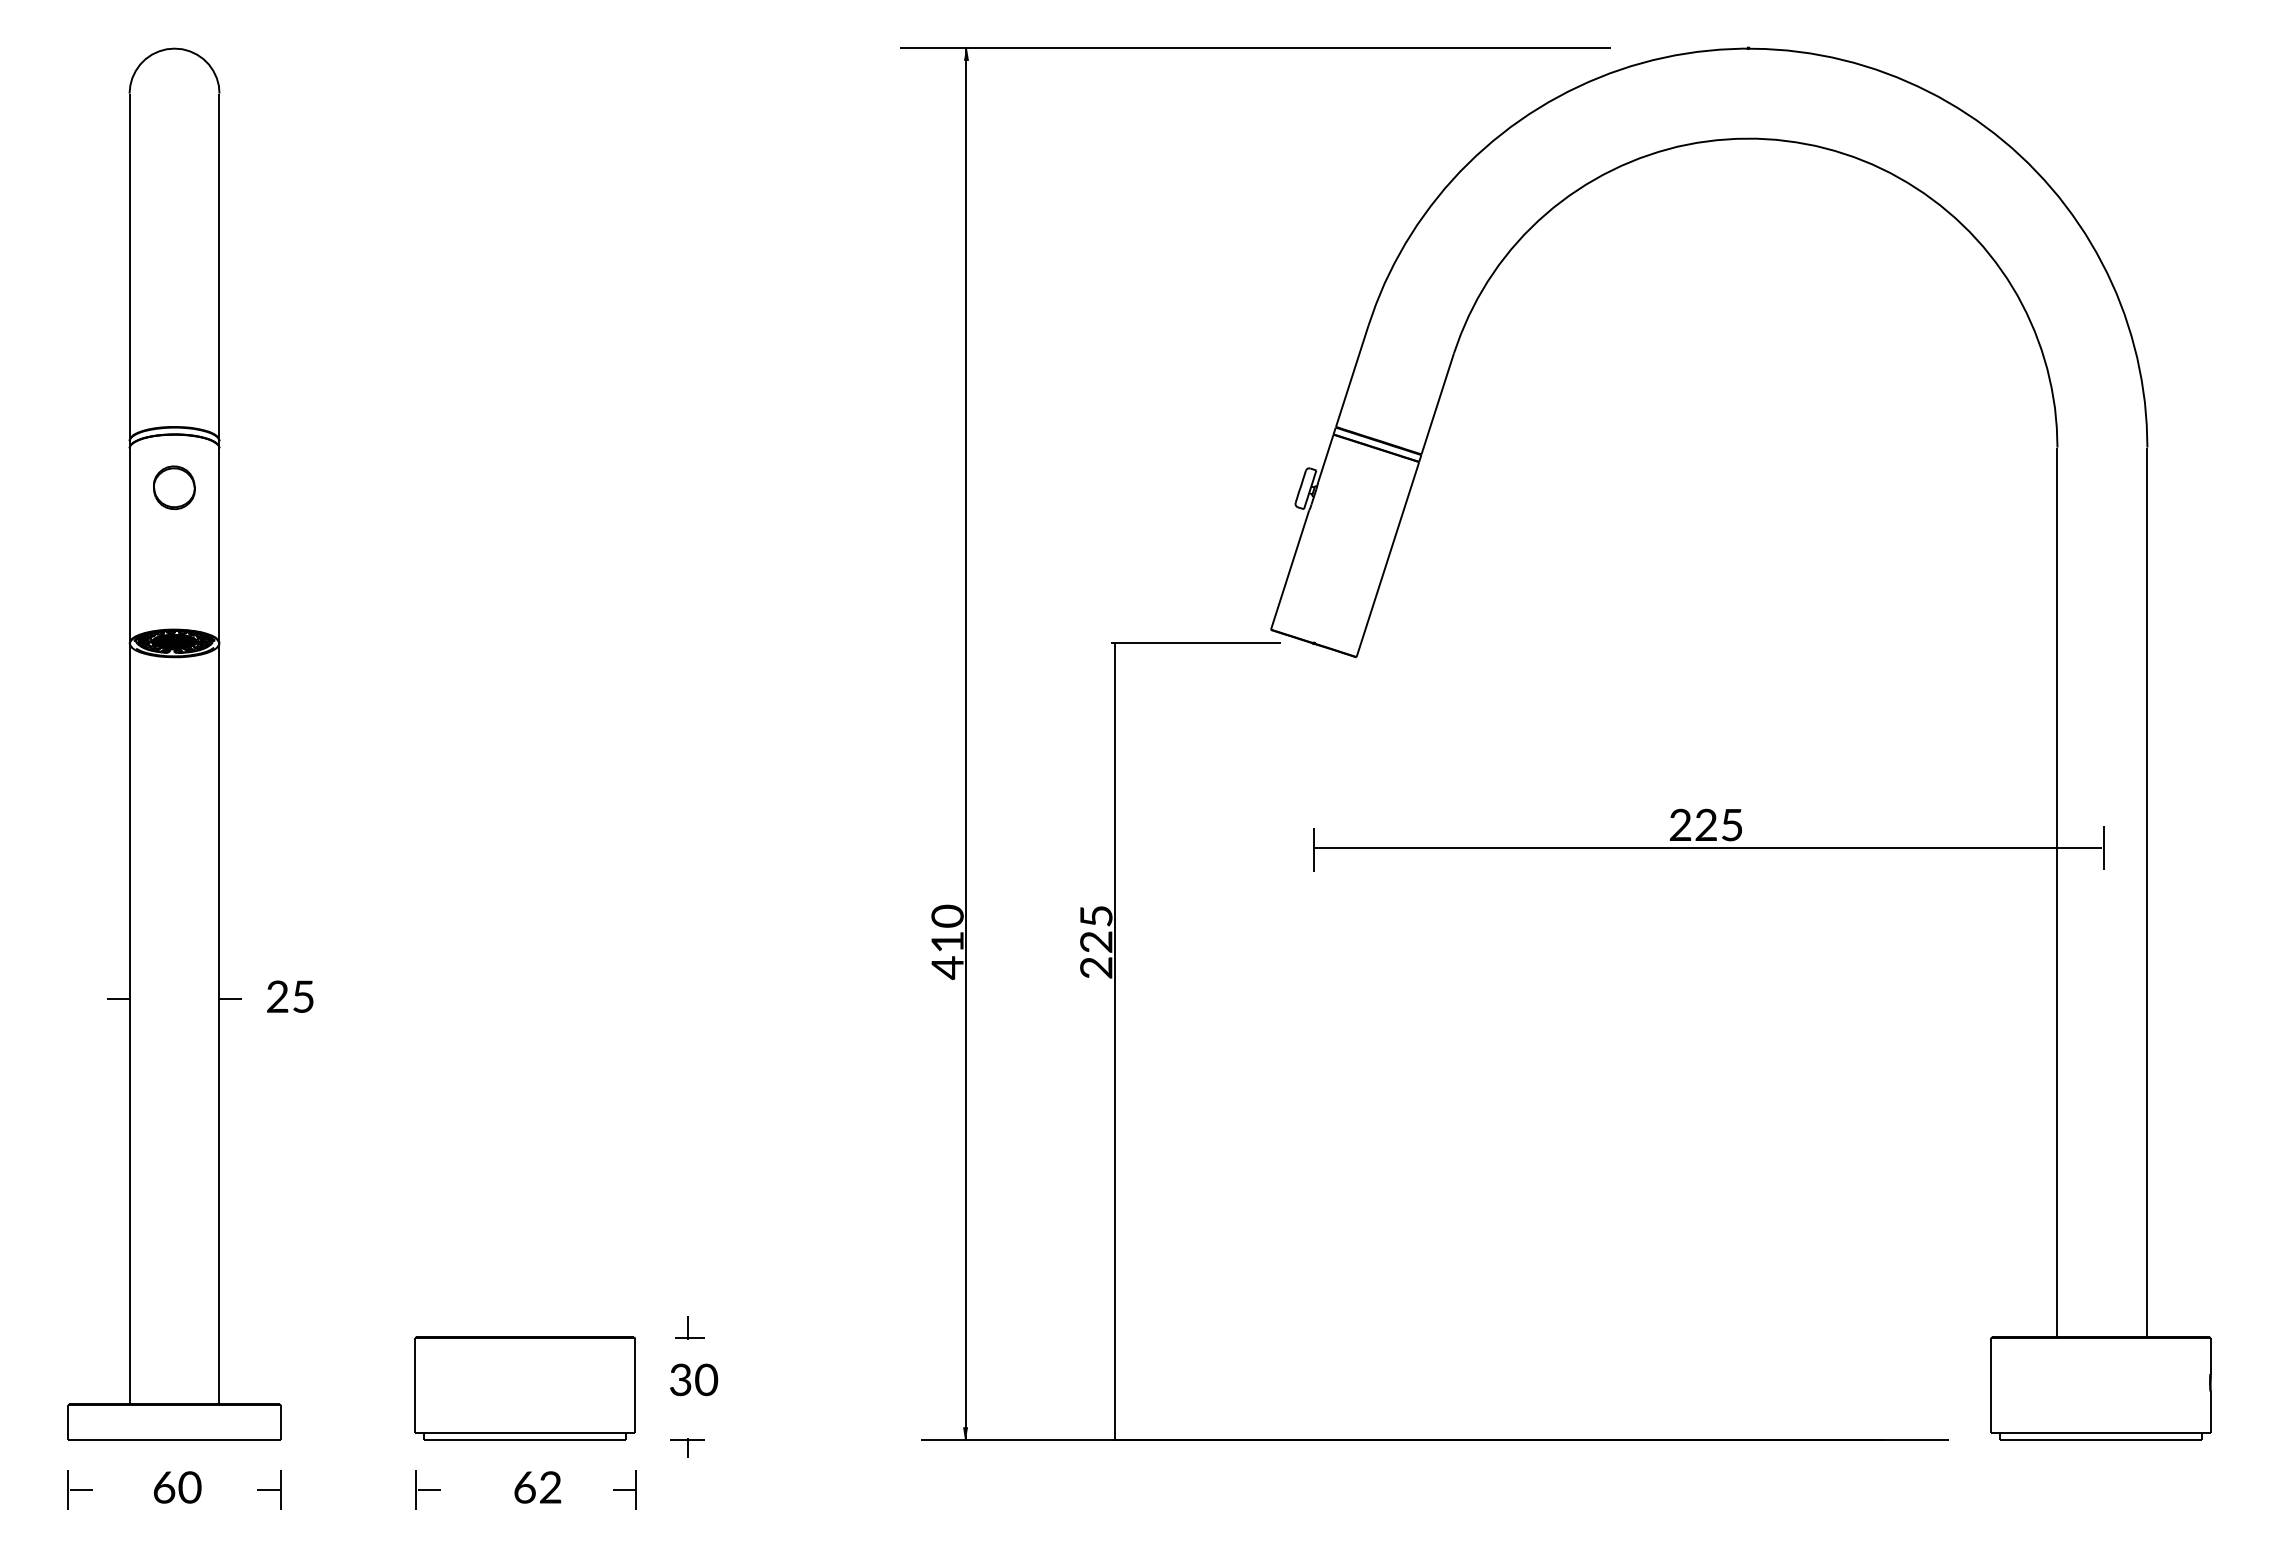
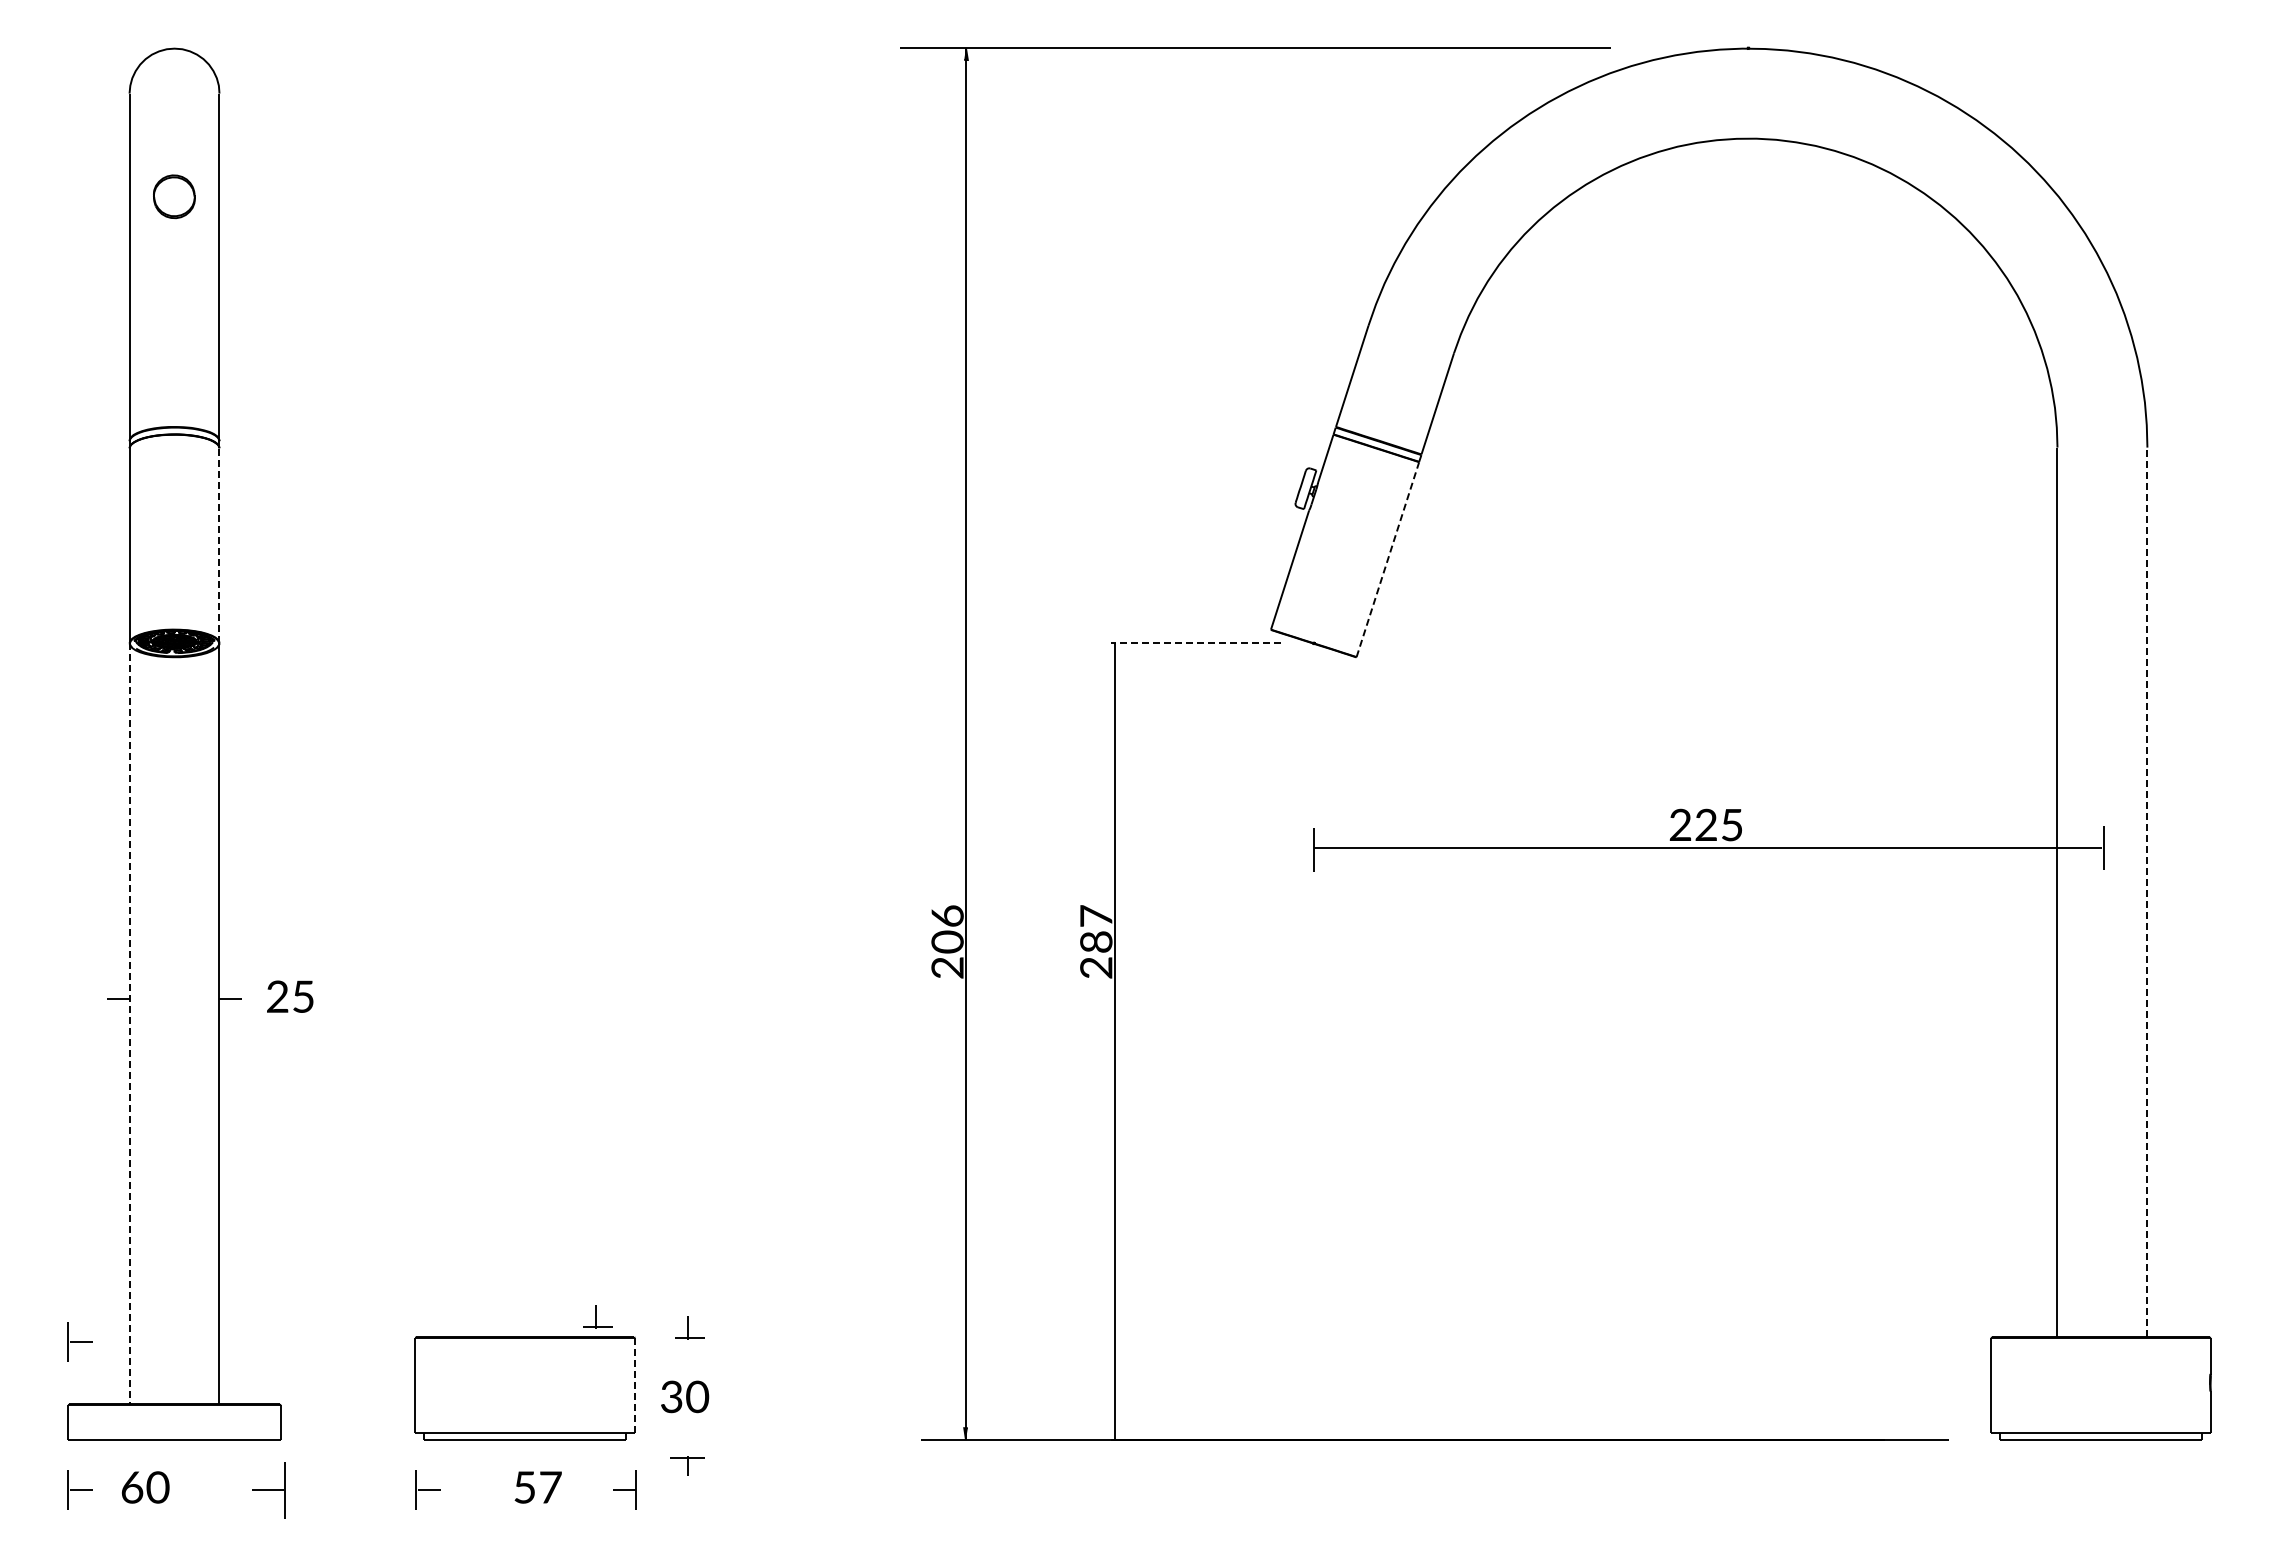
part at (174, 487) position: (174, 487) -> (174, 196)
line at (219, 545): solid -> dashed
line at (1388, 559): solid -> dashed
line at (1195, 643): solid -> dashed
line at (2147, 892): solid -> dashed
text at (1096, 928): 225 -> 287
text at (947, 942): 410 -> 206
line at (129, 1023): solid -> dashed
part at (597, 1316): none -> present
part at (79, 1341): none -> present
text at (694, 1379) position: (694, 1379) -> (685, 1396)
line at (635, 1384): solid -> dashed
part at (687, 1447) position: (687, 1447) -> (687, 1465)
text at (177, 1487) position: (177, 1487) -> (145, 1487)
text at (537, 1487): 62 -> 57
part at (269, 1489) size: 25x40 px -> 34x57 px
